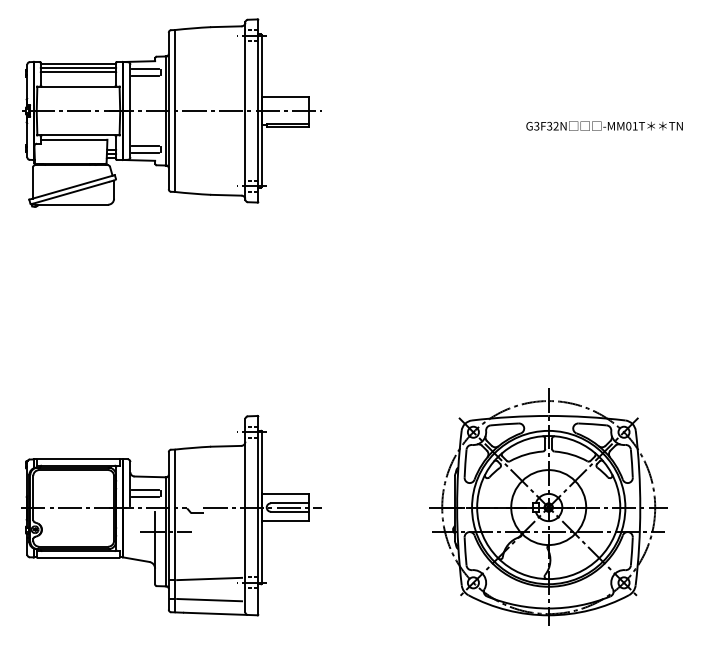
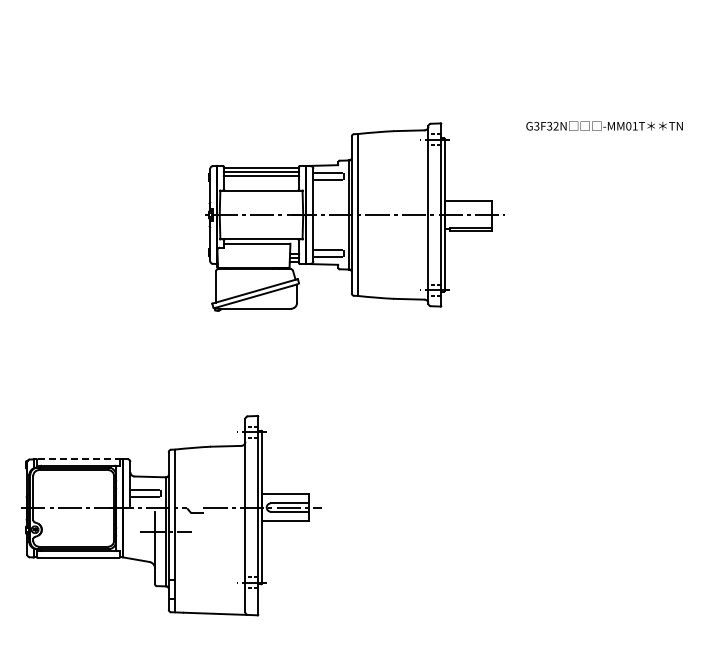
part at (171, 112) position: (171, 112) -> (354, 216)
line at (78, 459): solid -> dashed
part at (548, 506): present -> none
line at (209, 578): present -> none
line at (209, 599): present -> none
